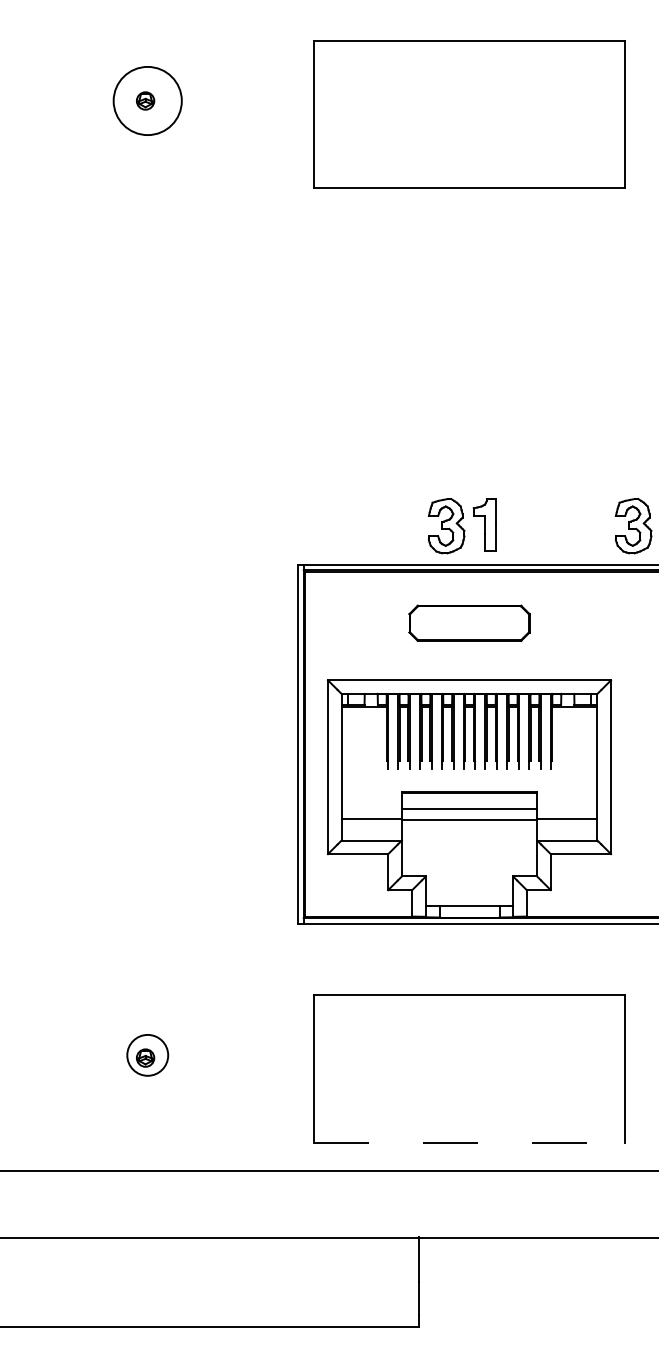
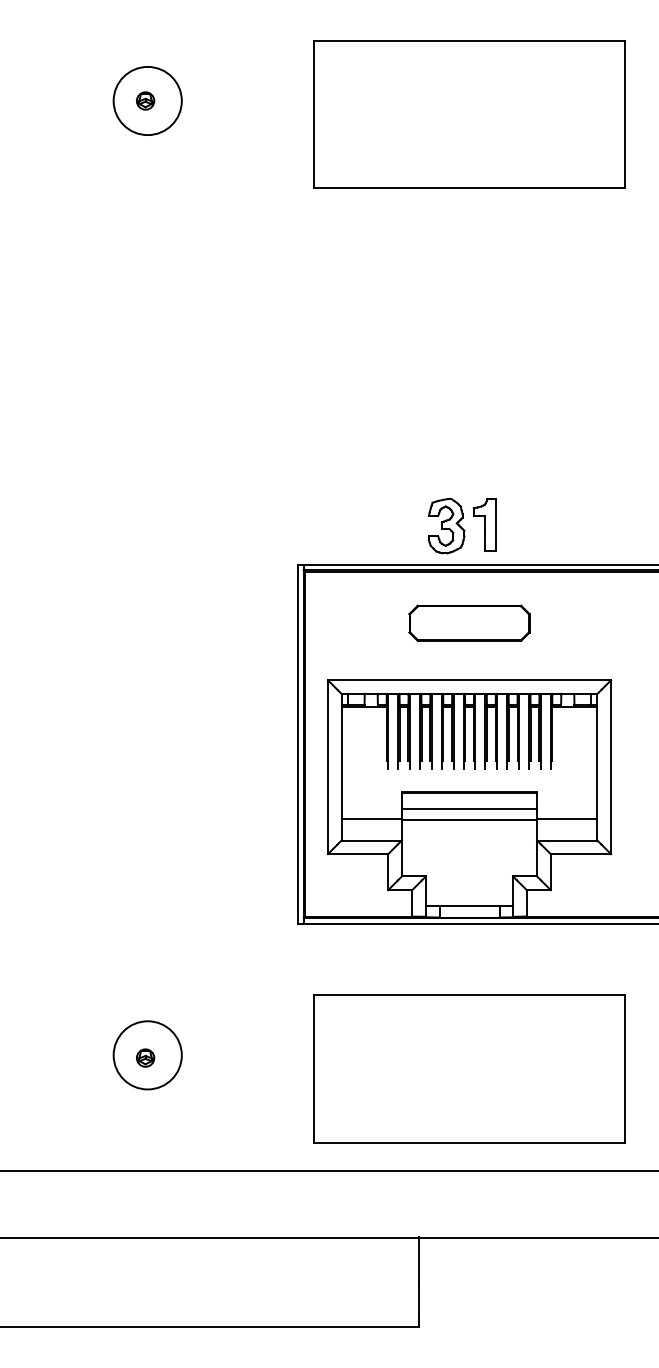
part at (633, 526): present -> none
circle at (147, 1054) diameter: 41 px -> 68 px
line at (470, 1142): dashed -> solid
